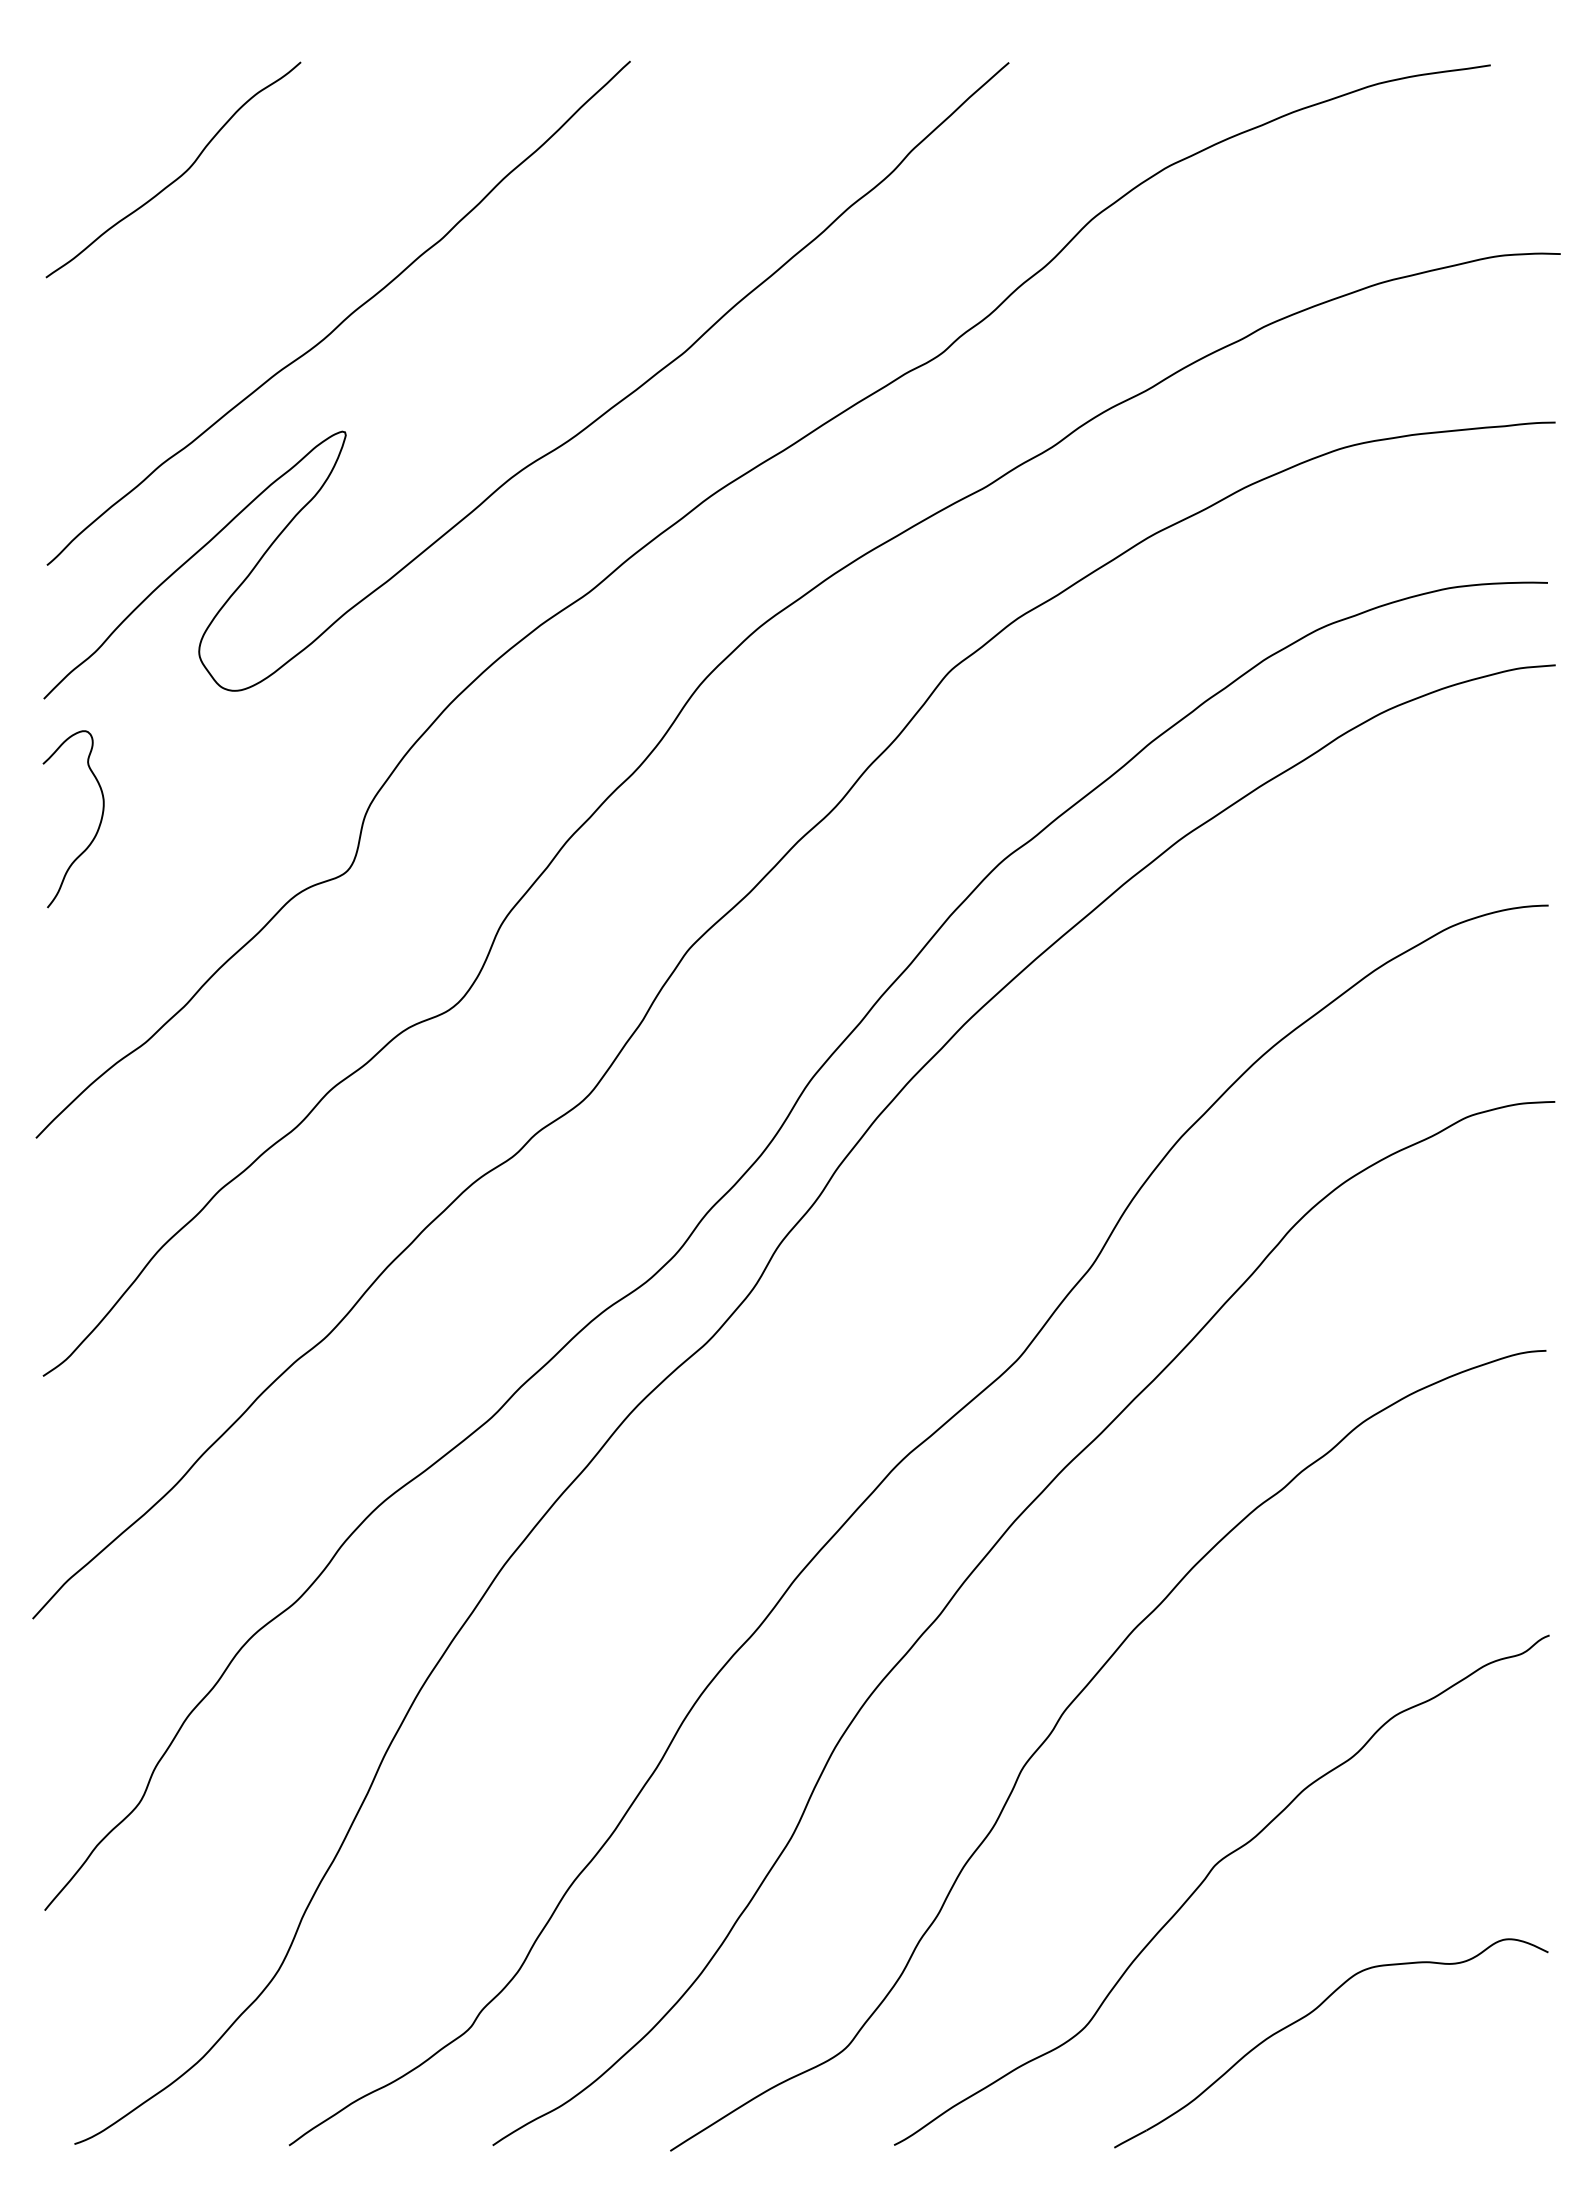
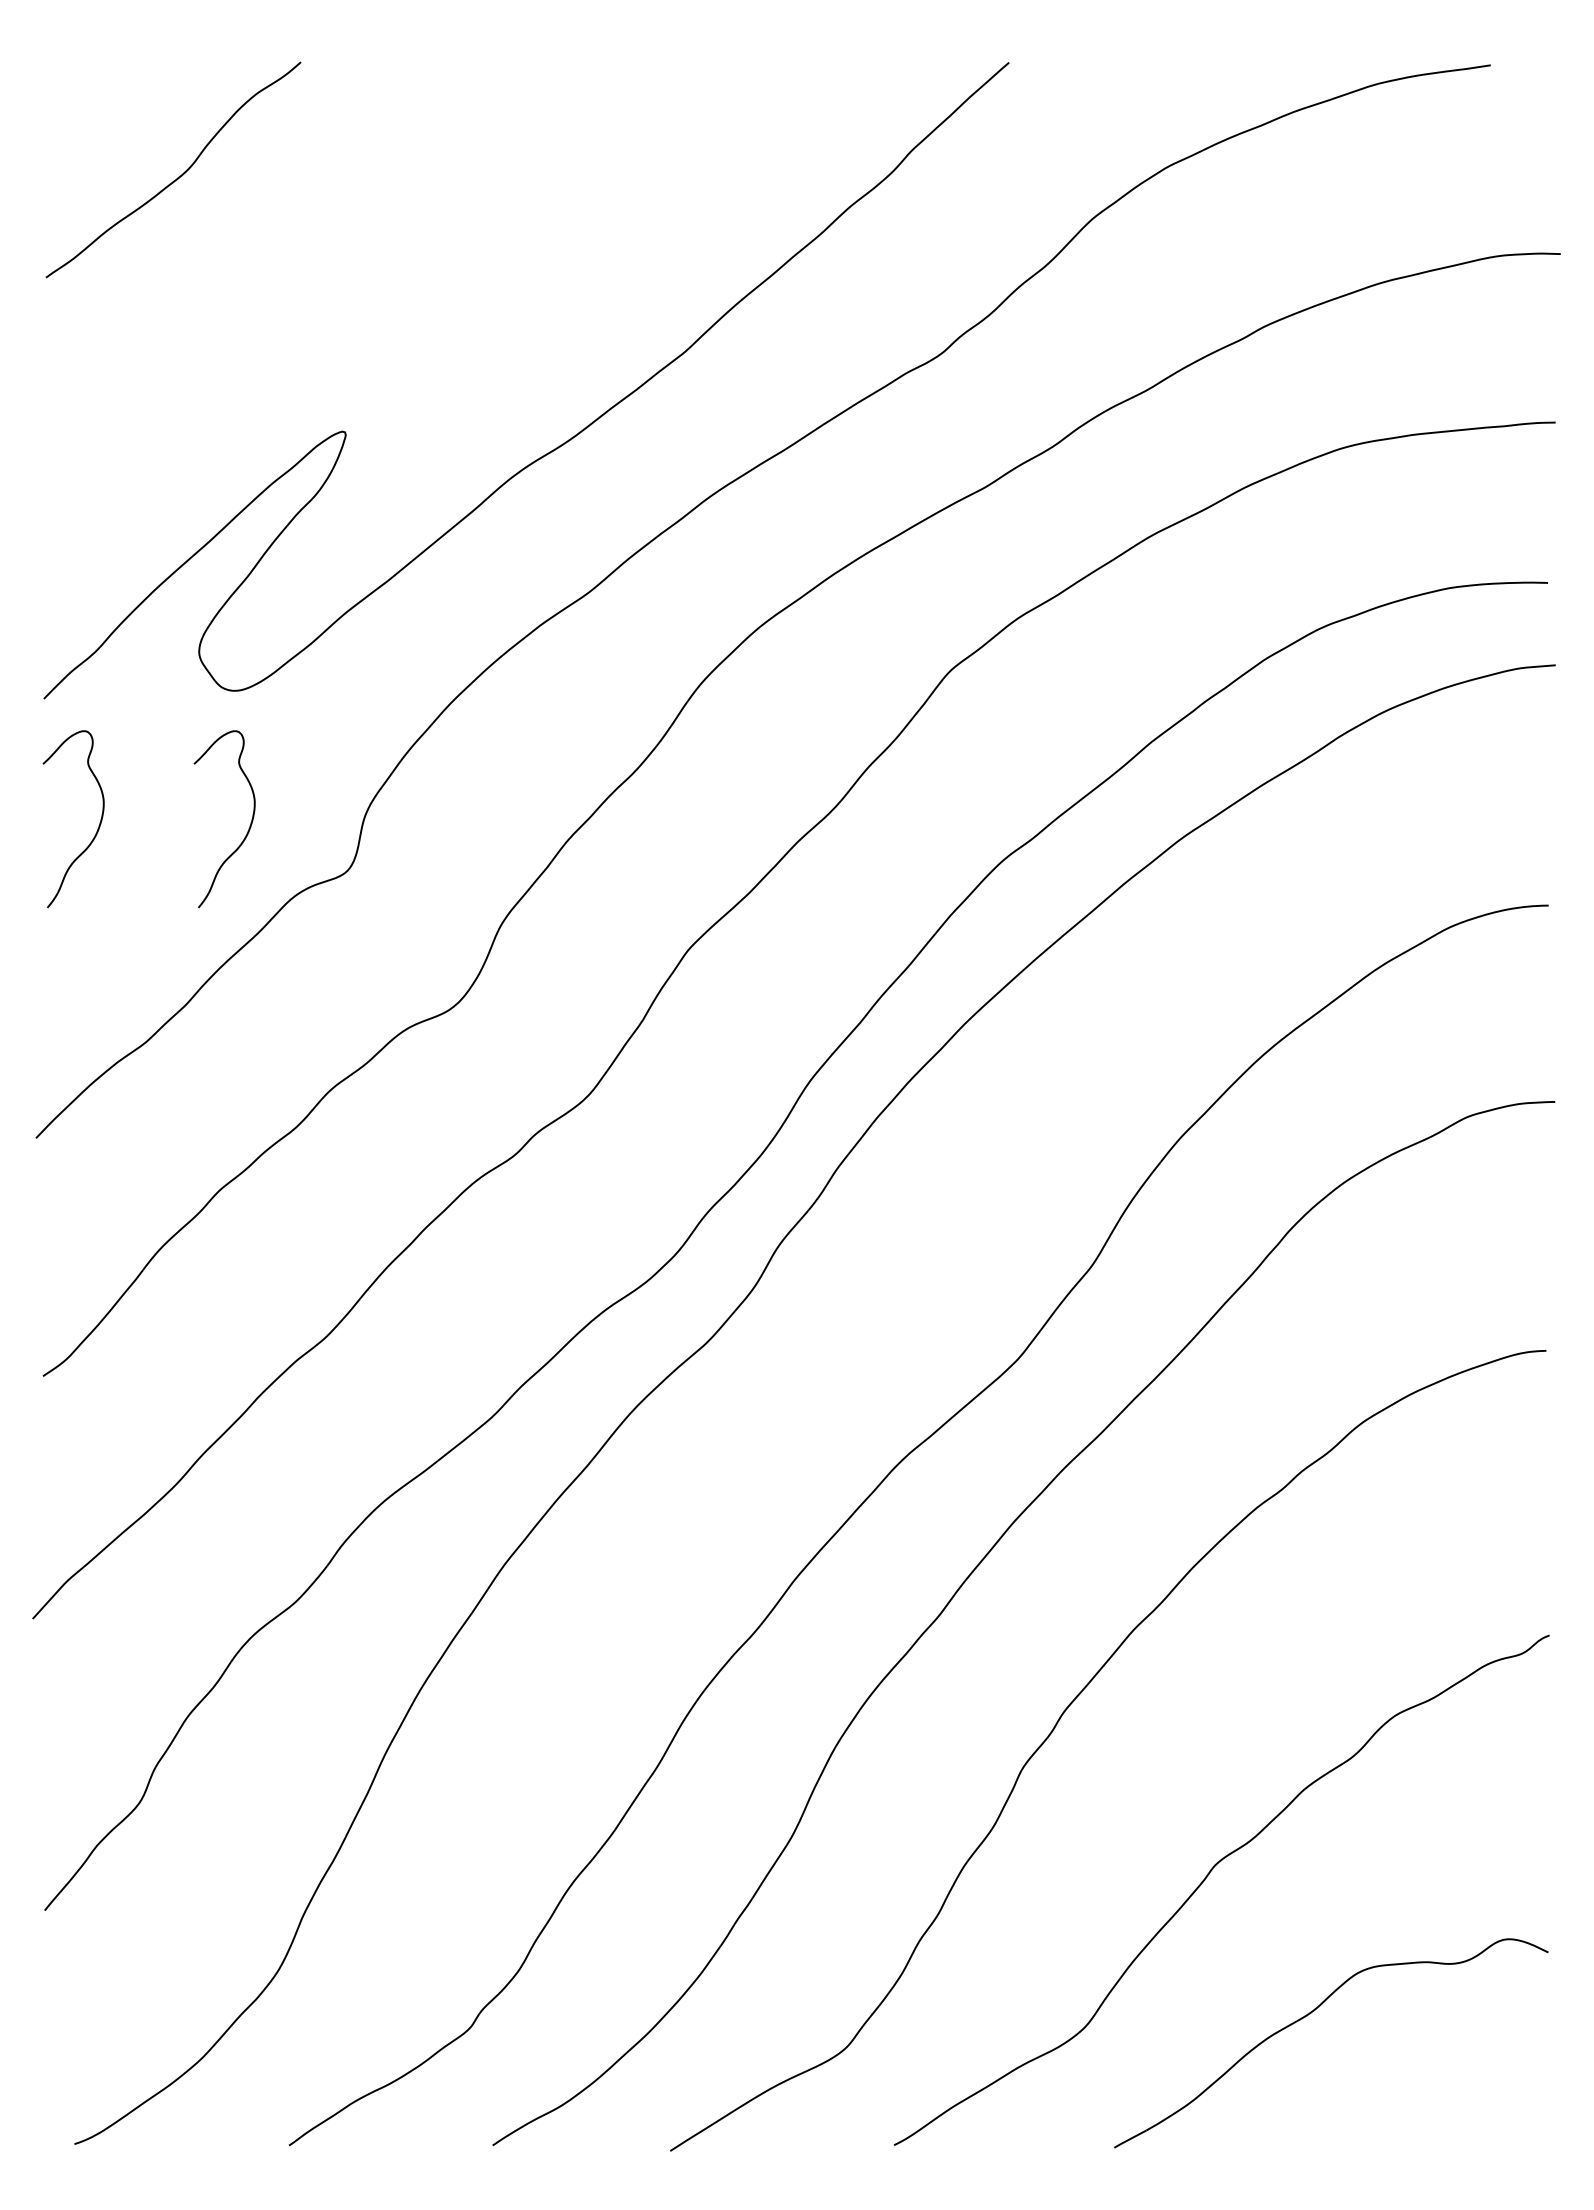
curve at (344, 318): present -> none
curve at (248, 828): none -> present
